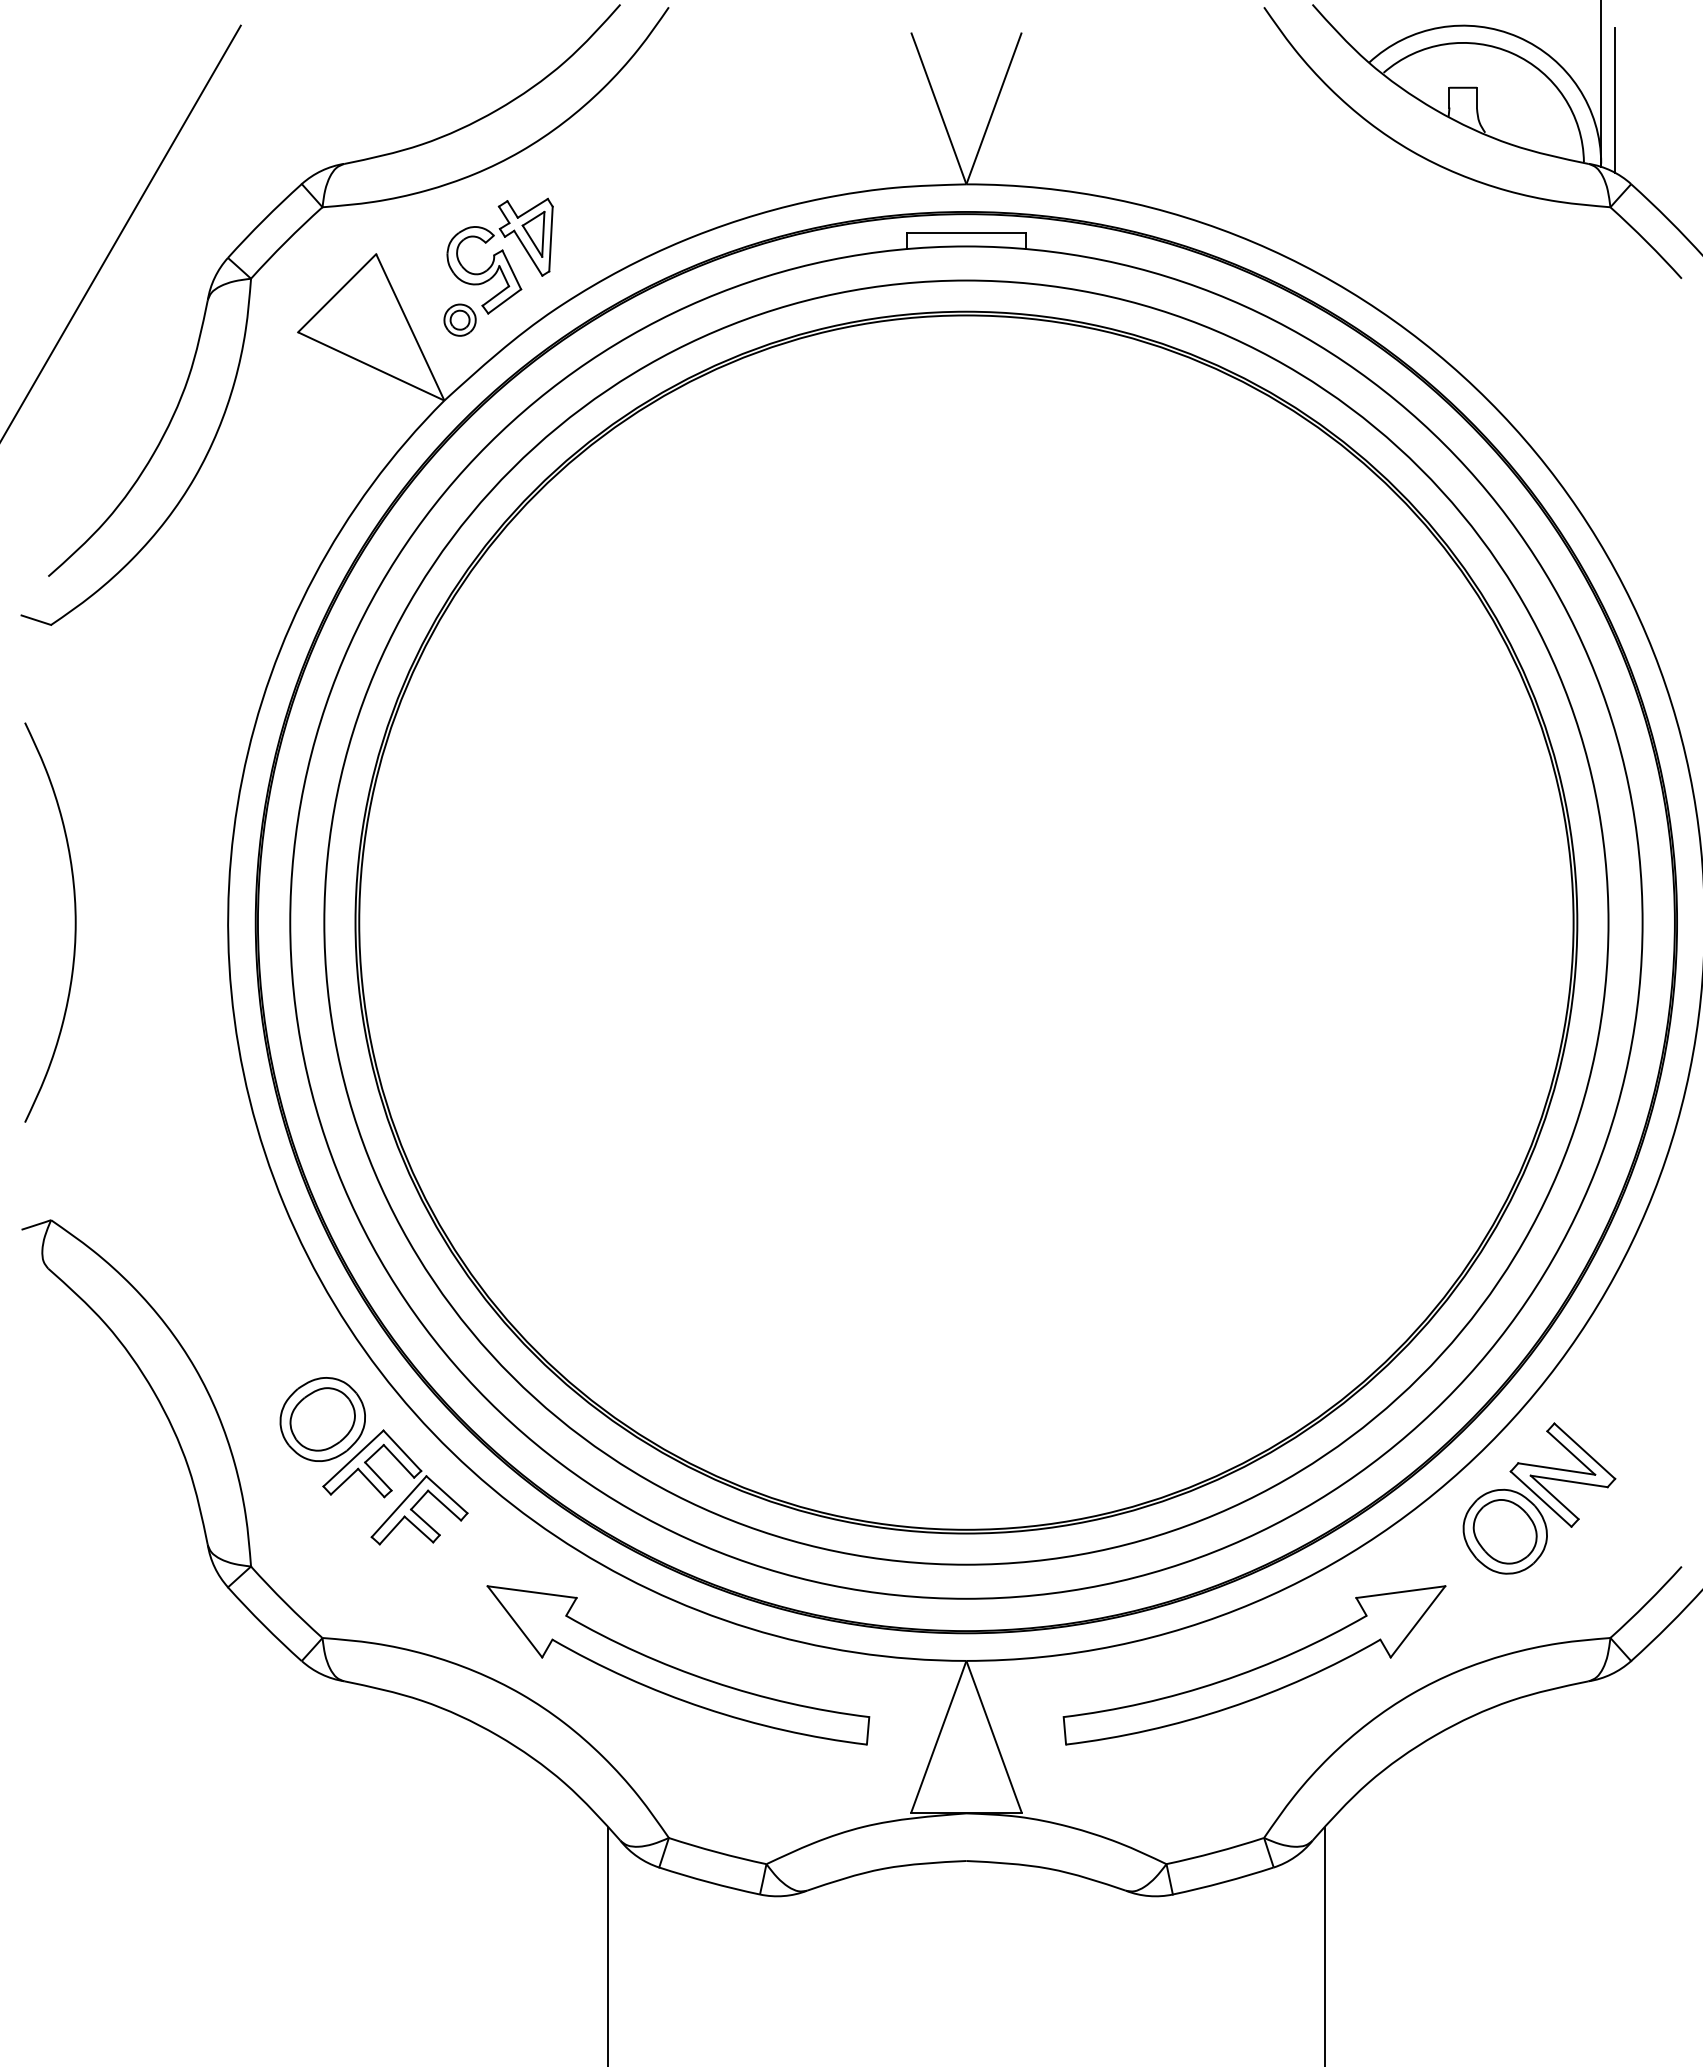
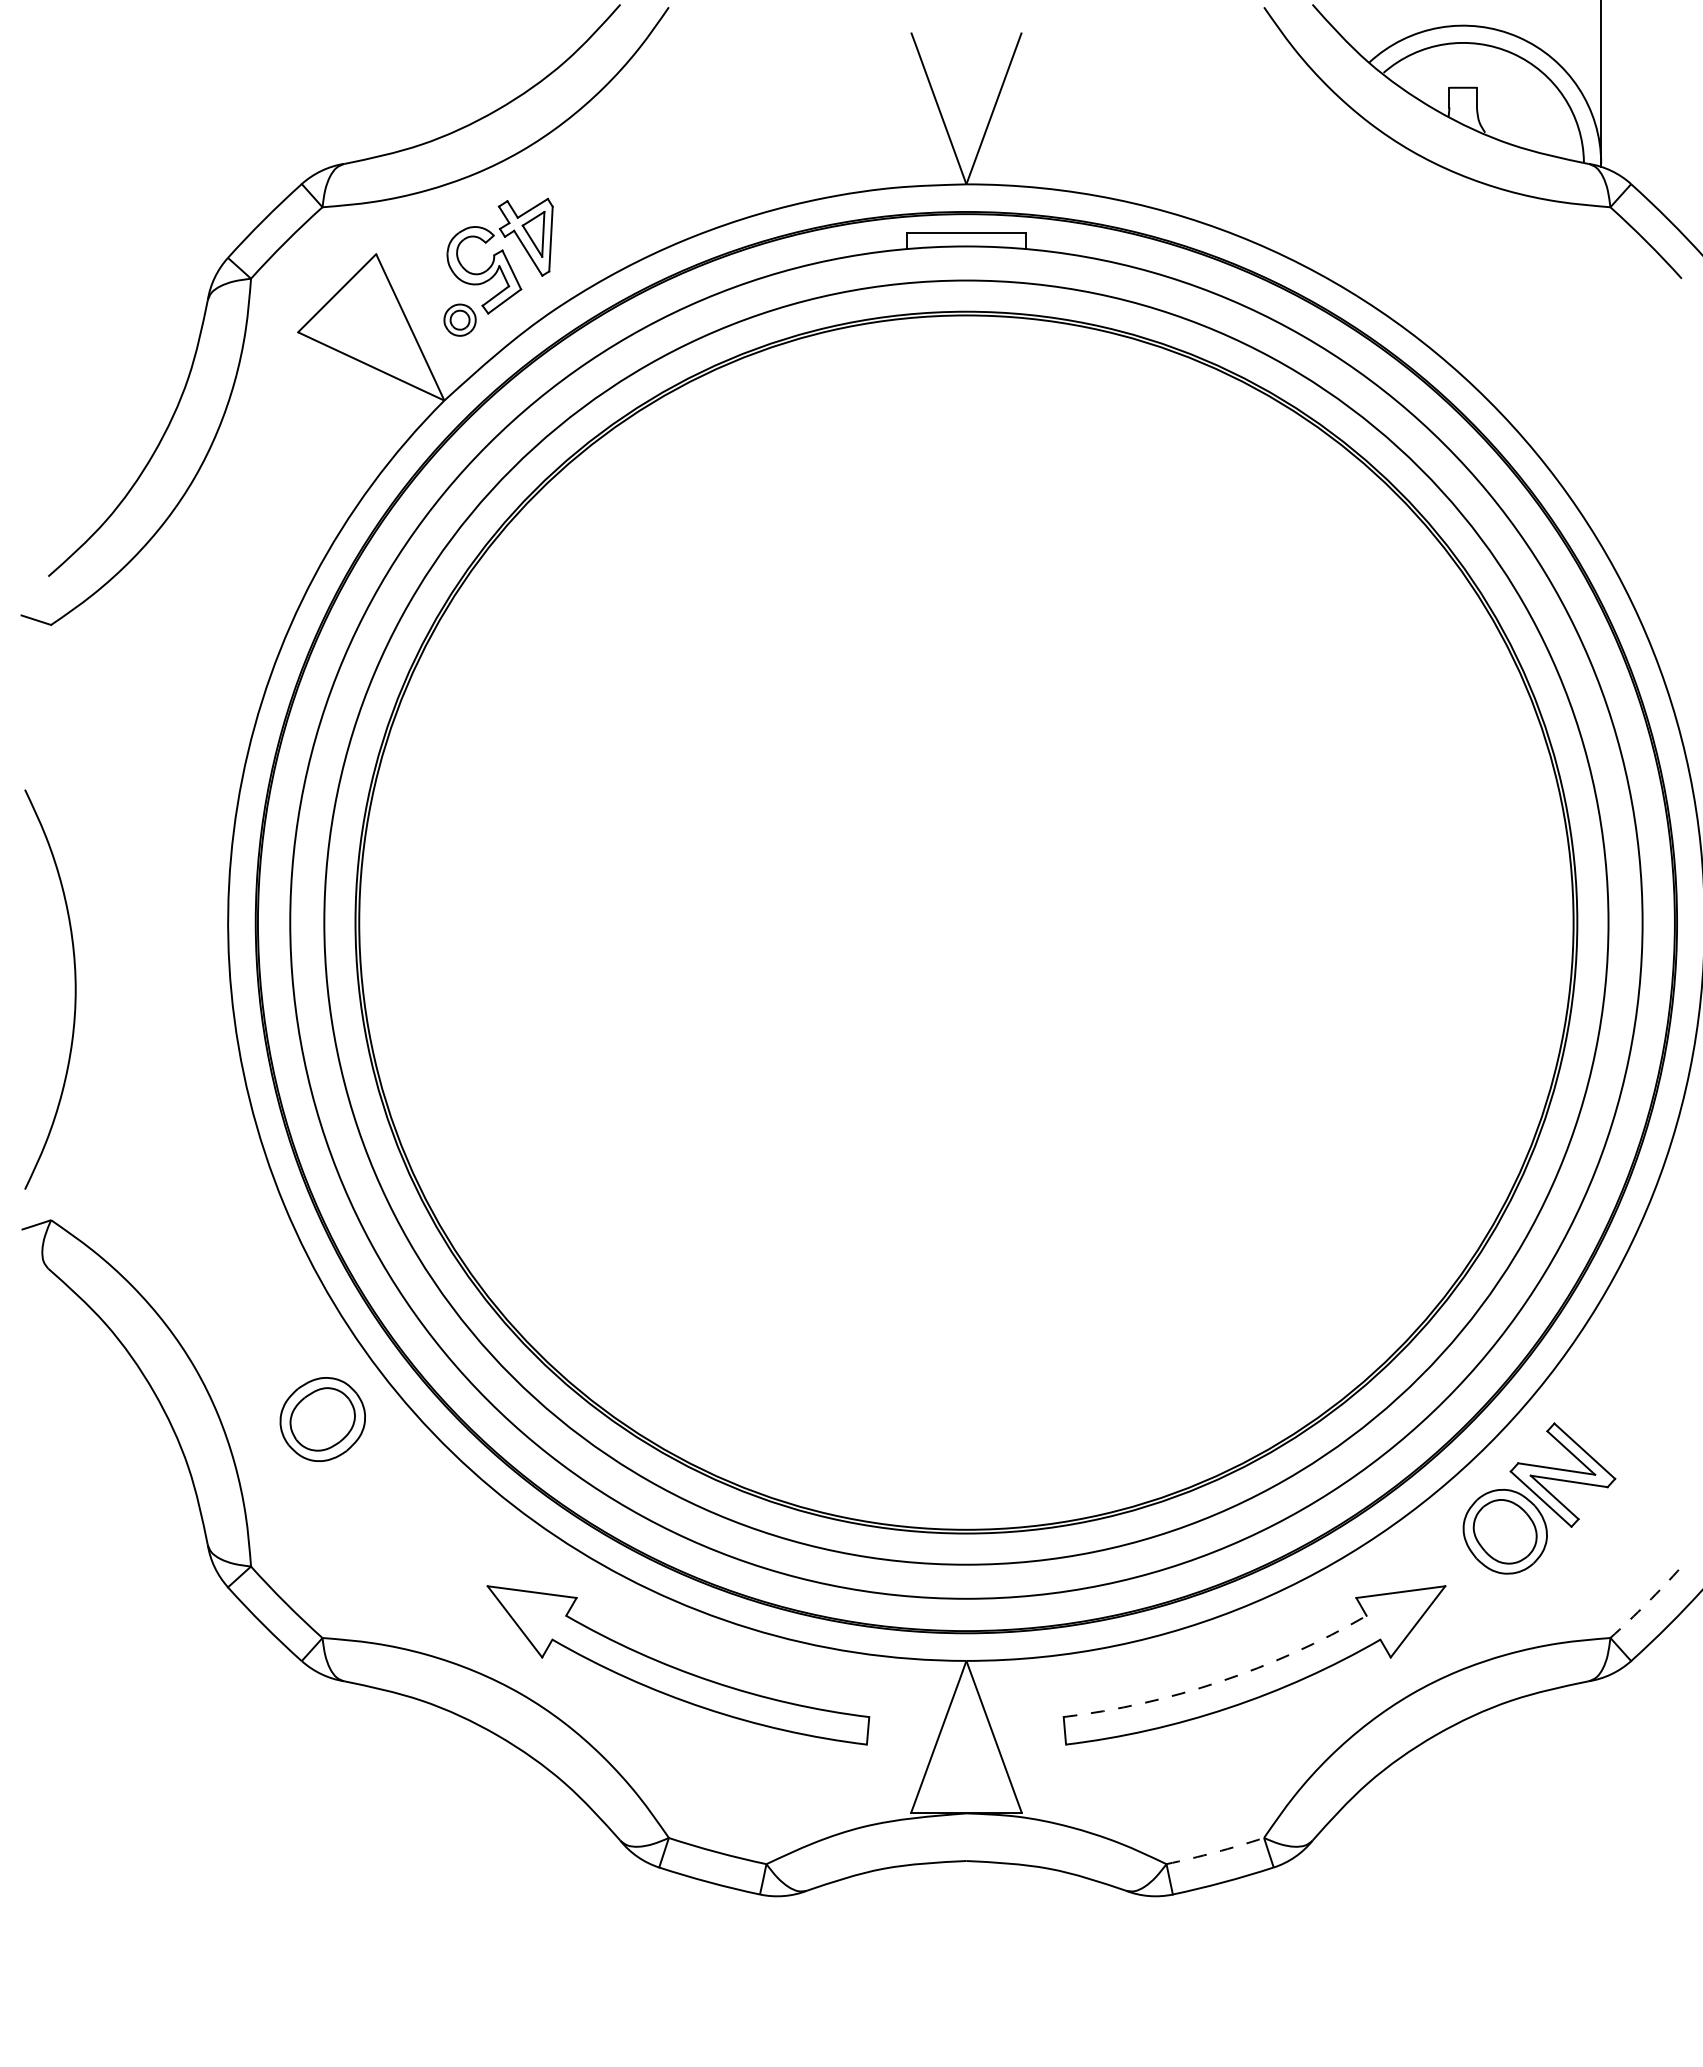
line at (1615, 100): present -> none
line at (121, 231): present -> none
curve at (74, 922) position: (74, 922) -> (74, 989)
part at (395, 1487): present -> none
arc at (1647, 1603): solid -> dashed
arc at (1220, 1681): solid -> dashed
arc at (1215, 1852): solid -> dashed
line at (607, 1945): present -> none
line at (1325, 1945): present -> none
